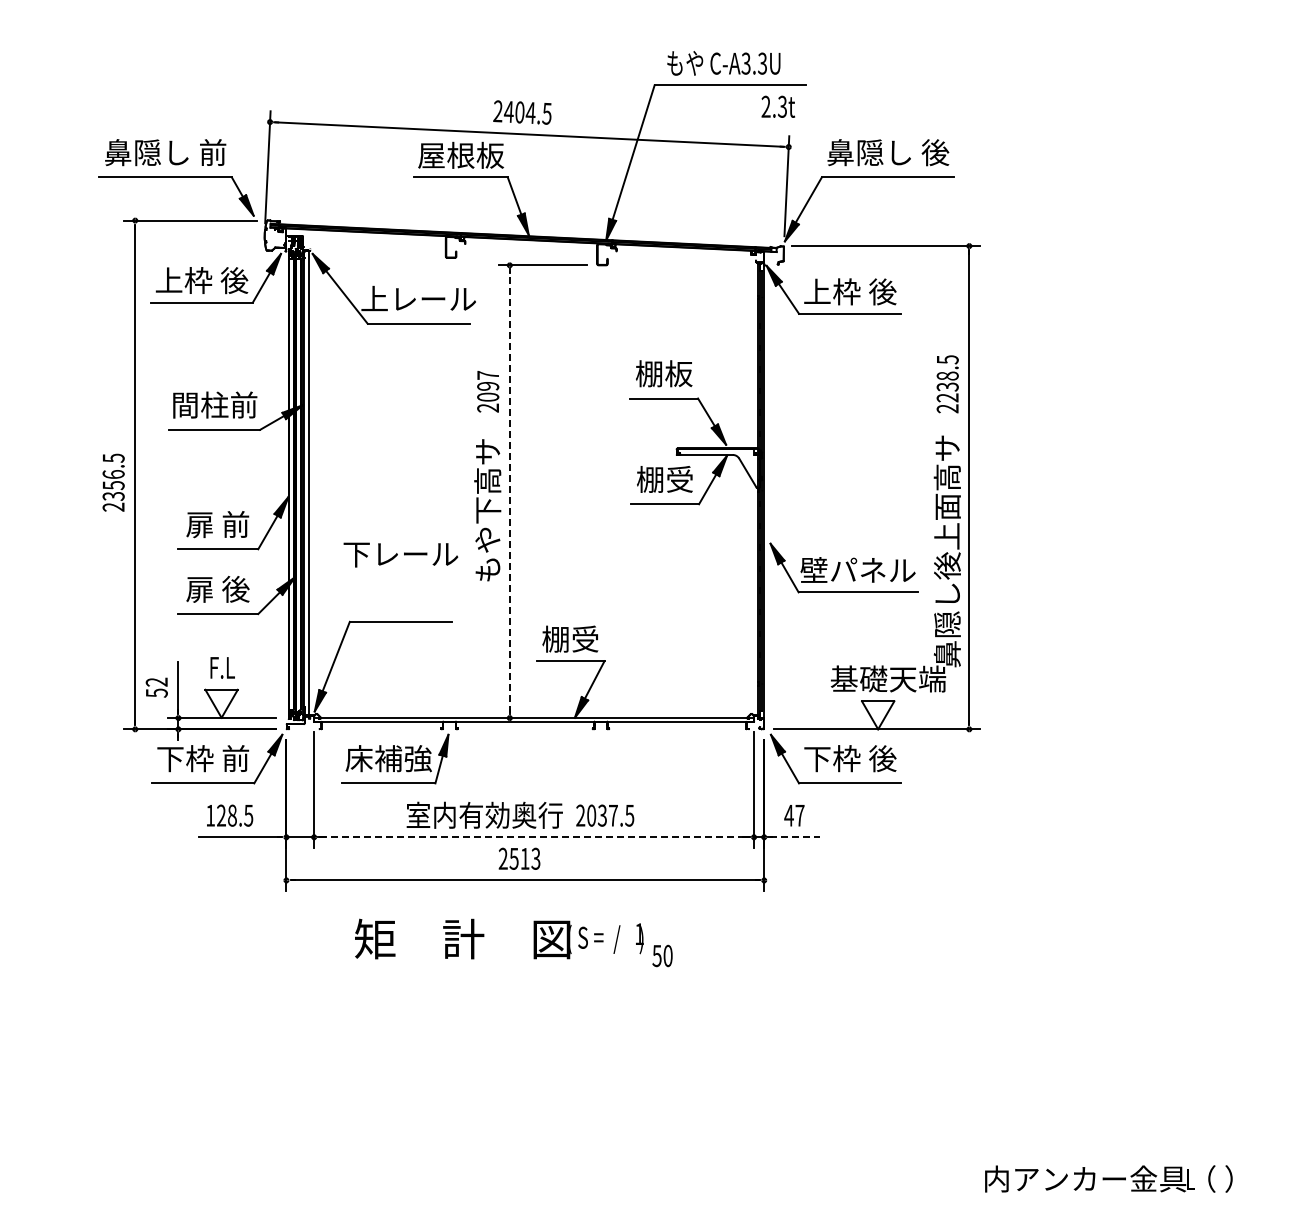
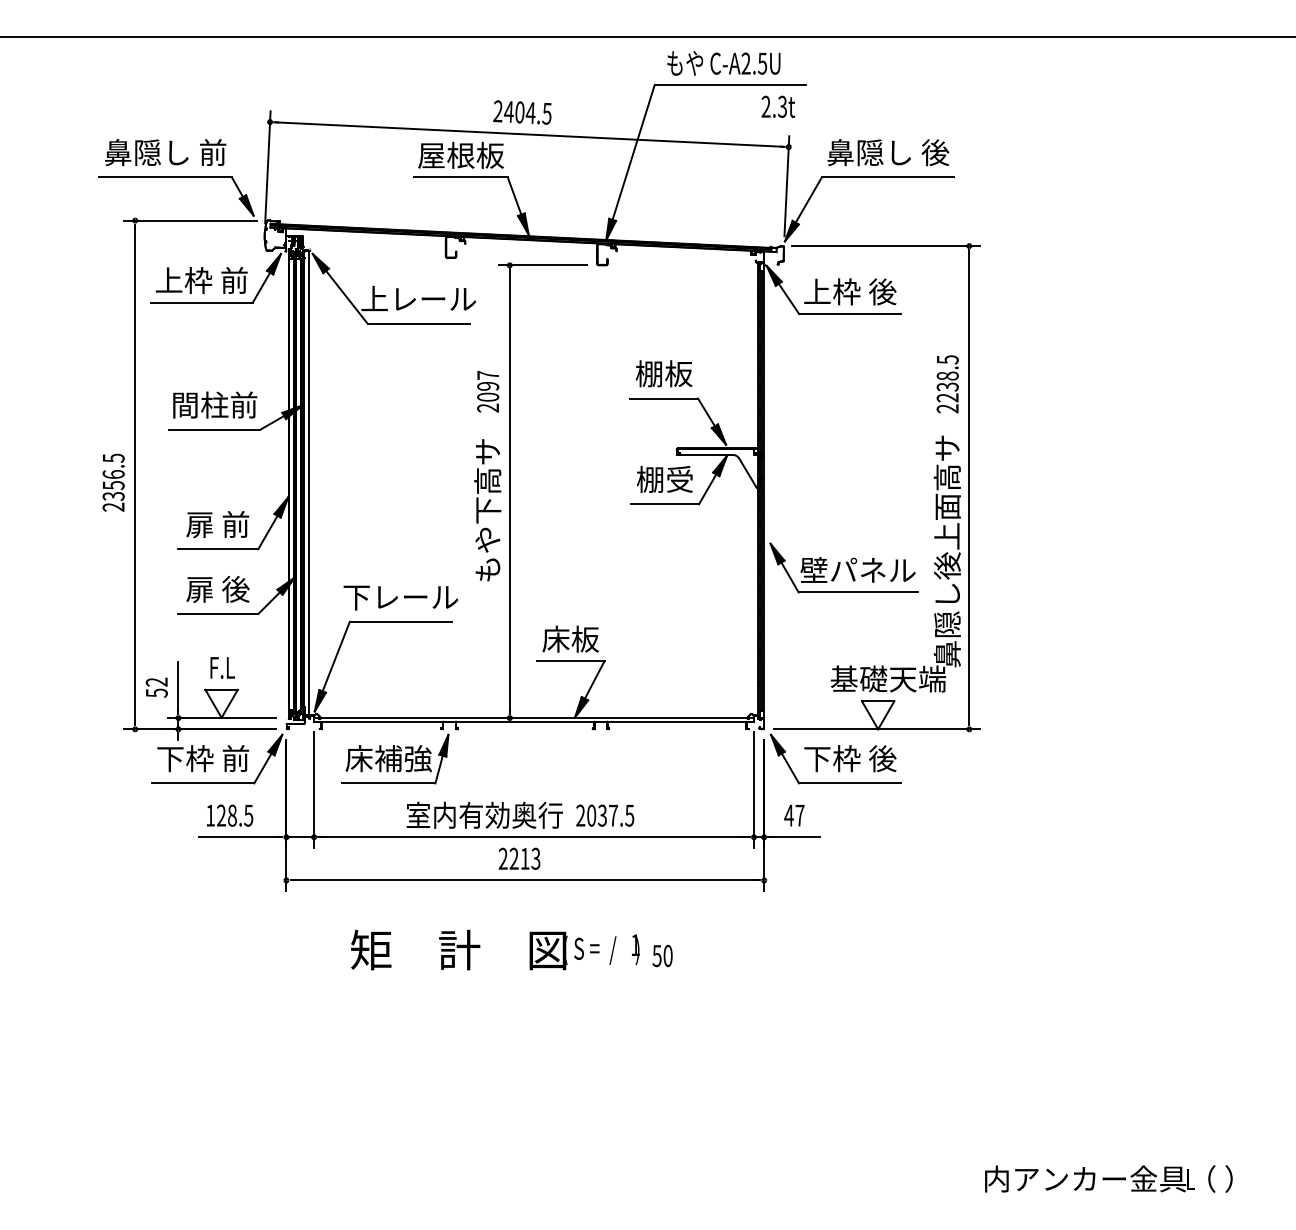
line at (647, 36): none -> present
text at (754, 63): C-A3.3U -> C-A2.5U
text at (234, 280): 上枠 後 -> 上枠 前
line at (509, 491): dashed -> solid
text at (400, 554) position: (400, 554) -> (400, 597)
text at (570, 638): 棚受 -> 床板
line at (534, 837): dashed -> solid
line at (795, 837): dashed -> solid
text at (513, 858): 2513 -> 2213
text at (499, 938) position: (499, 938) -> (495, 949)
